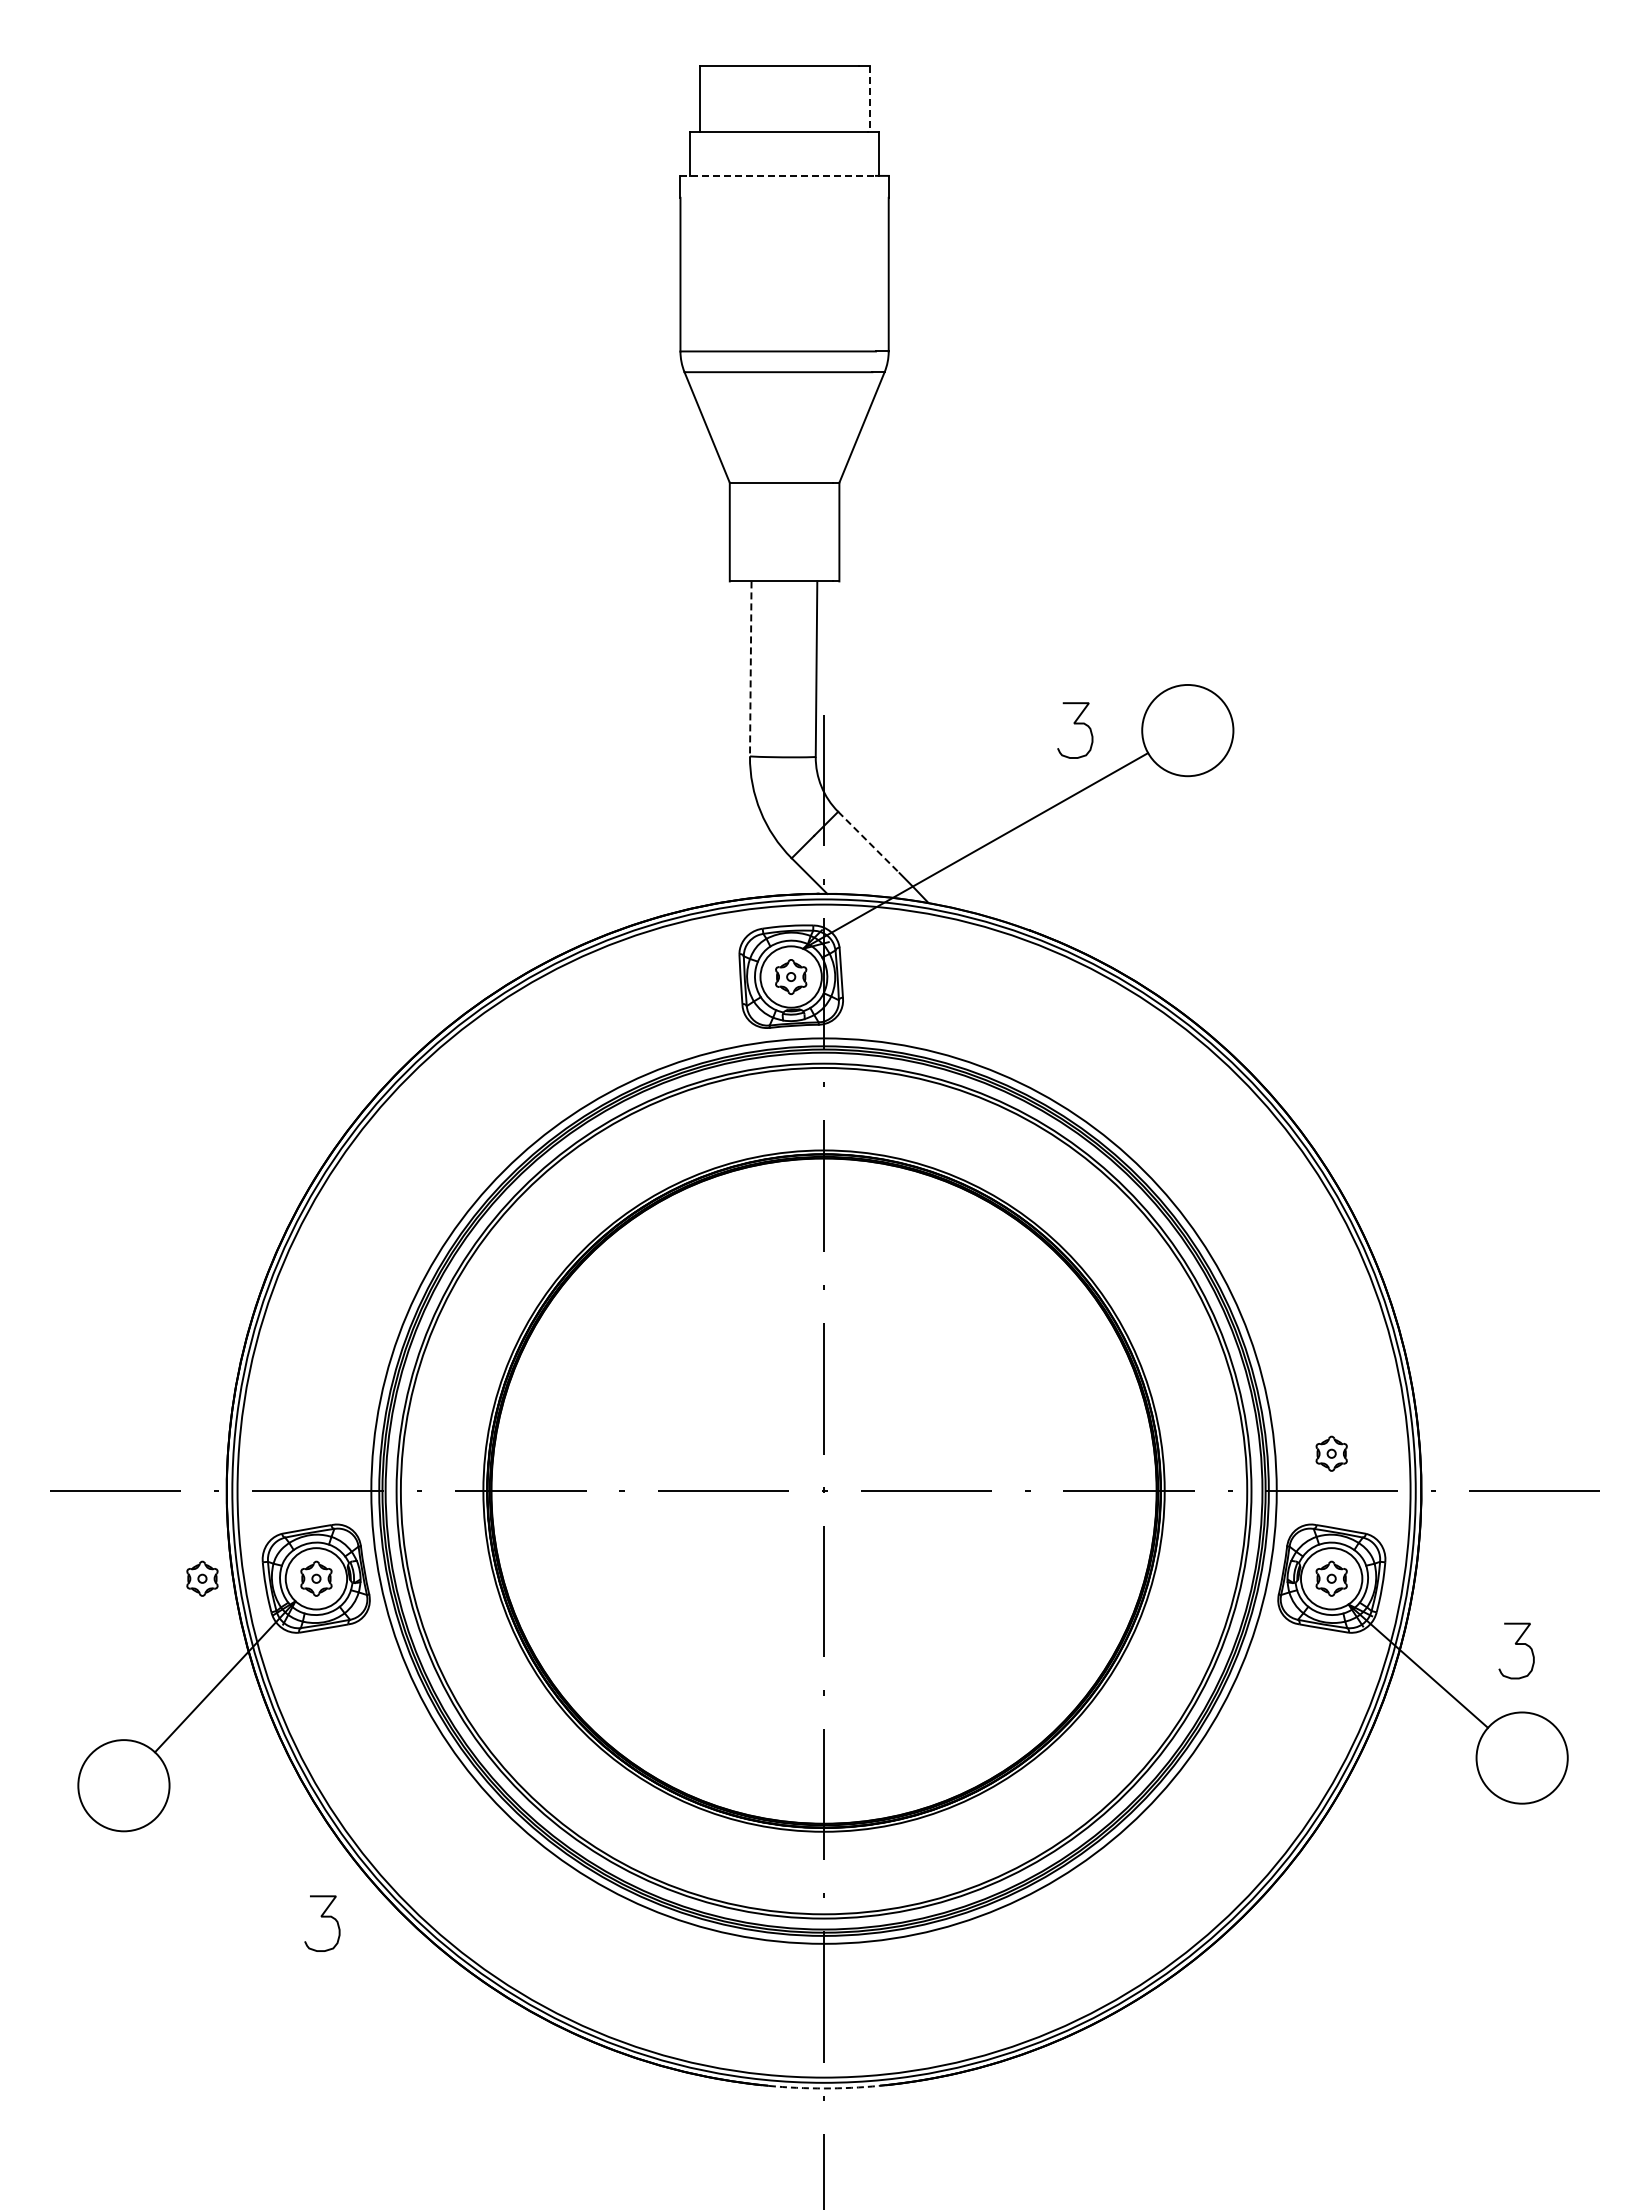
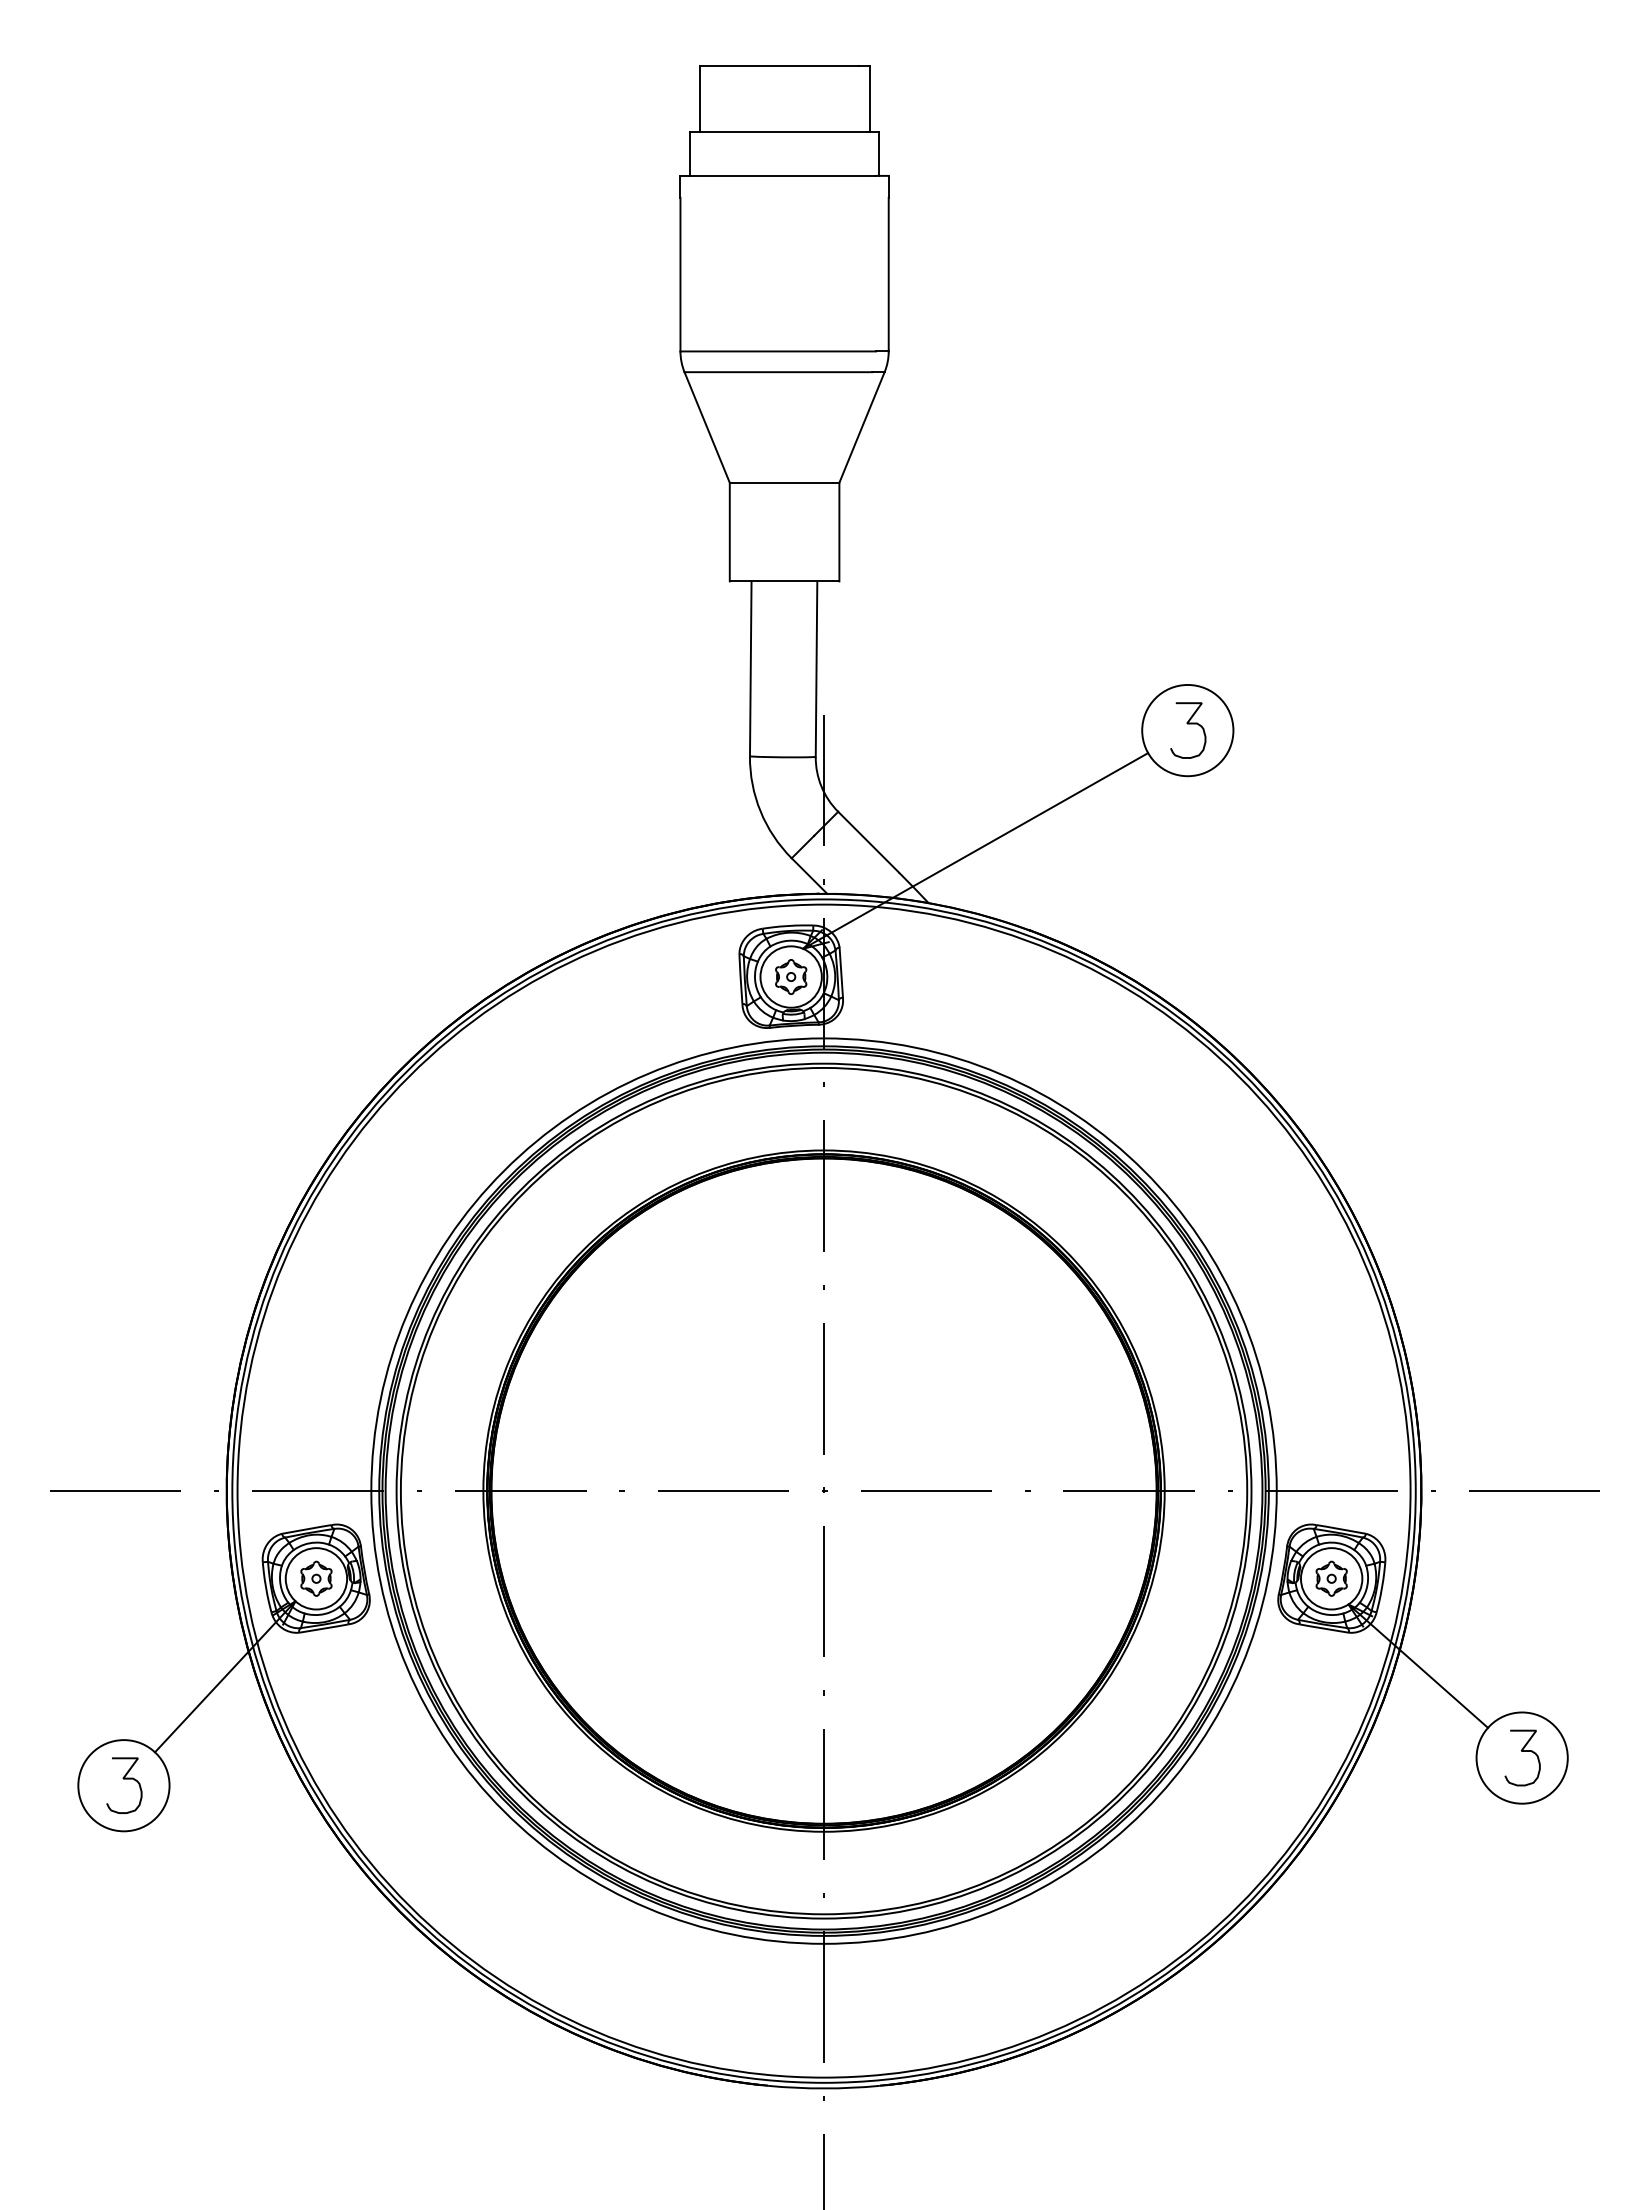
line at (869, 99): dashed -> solid
line at (778, 175): dashed -> solid
line at (750, 669): dashed -> solid
curve at (1075, 724) position: (1075, 724) -> (1188, 724)
line at (868, 842): dashed -> solid
part at (1331, 1453): present -> none
part at (202, 1578): present -> none
curve at (1516, 1644) position: (1516, 1644) -> (1522, 1751)
curve at (322, 1917) position: (322, 1917) -> (124, 1779)
arc at (824, 2088): dashed -> solid
